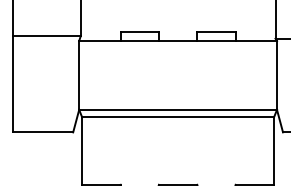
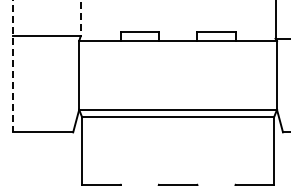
line at (80, 18): solid -> dashed
line at (13, 66): solid -> dashed
